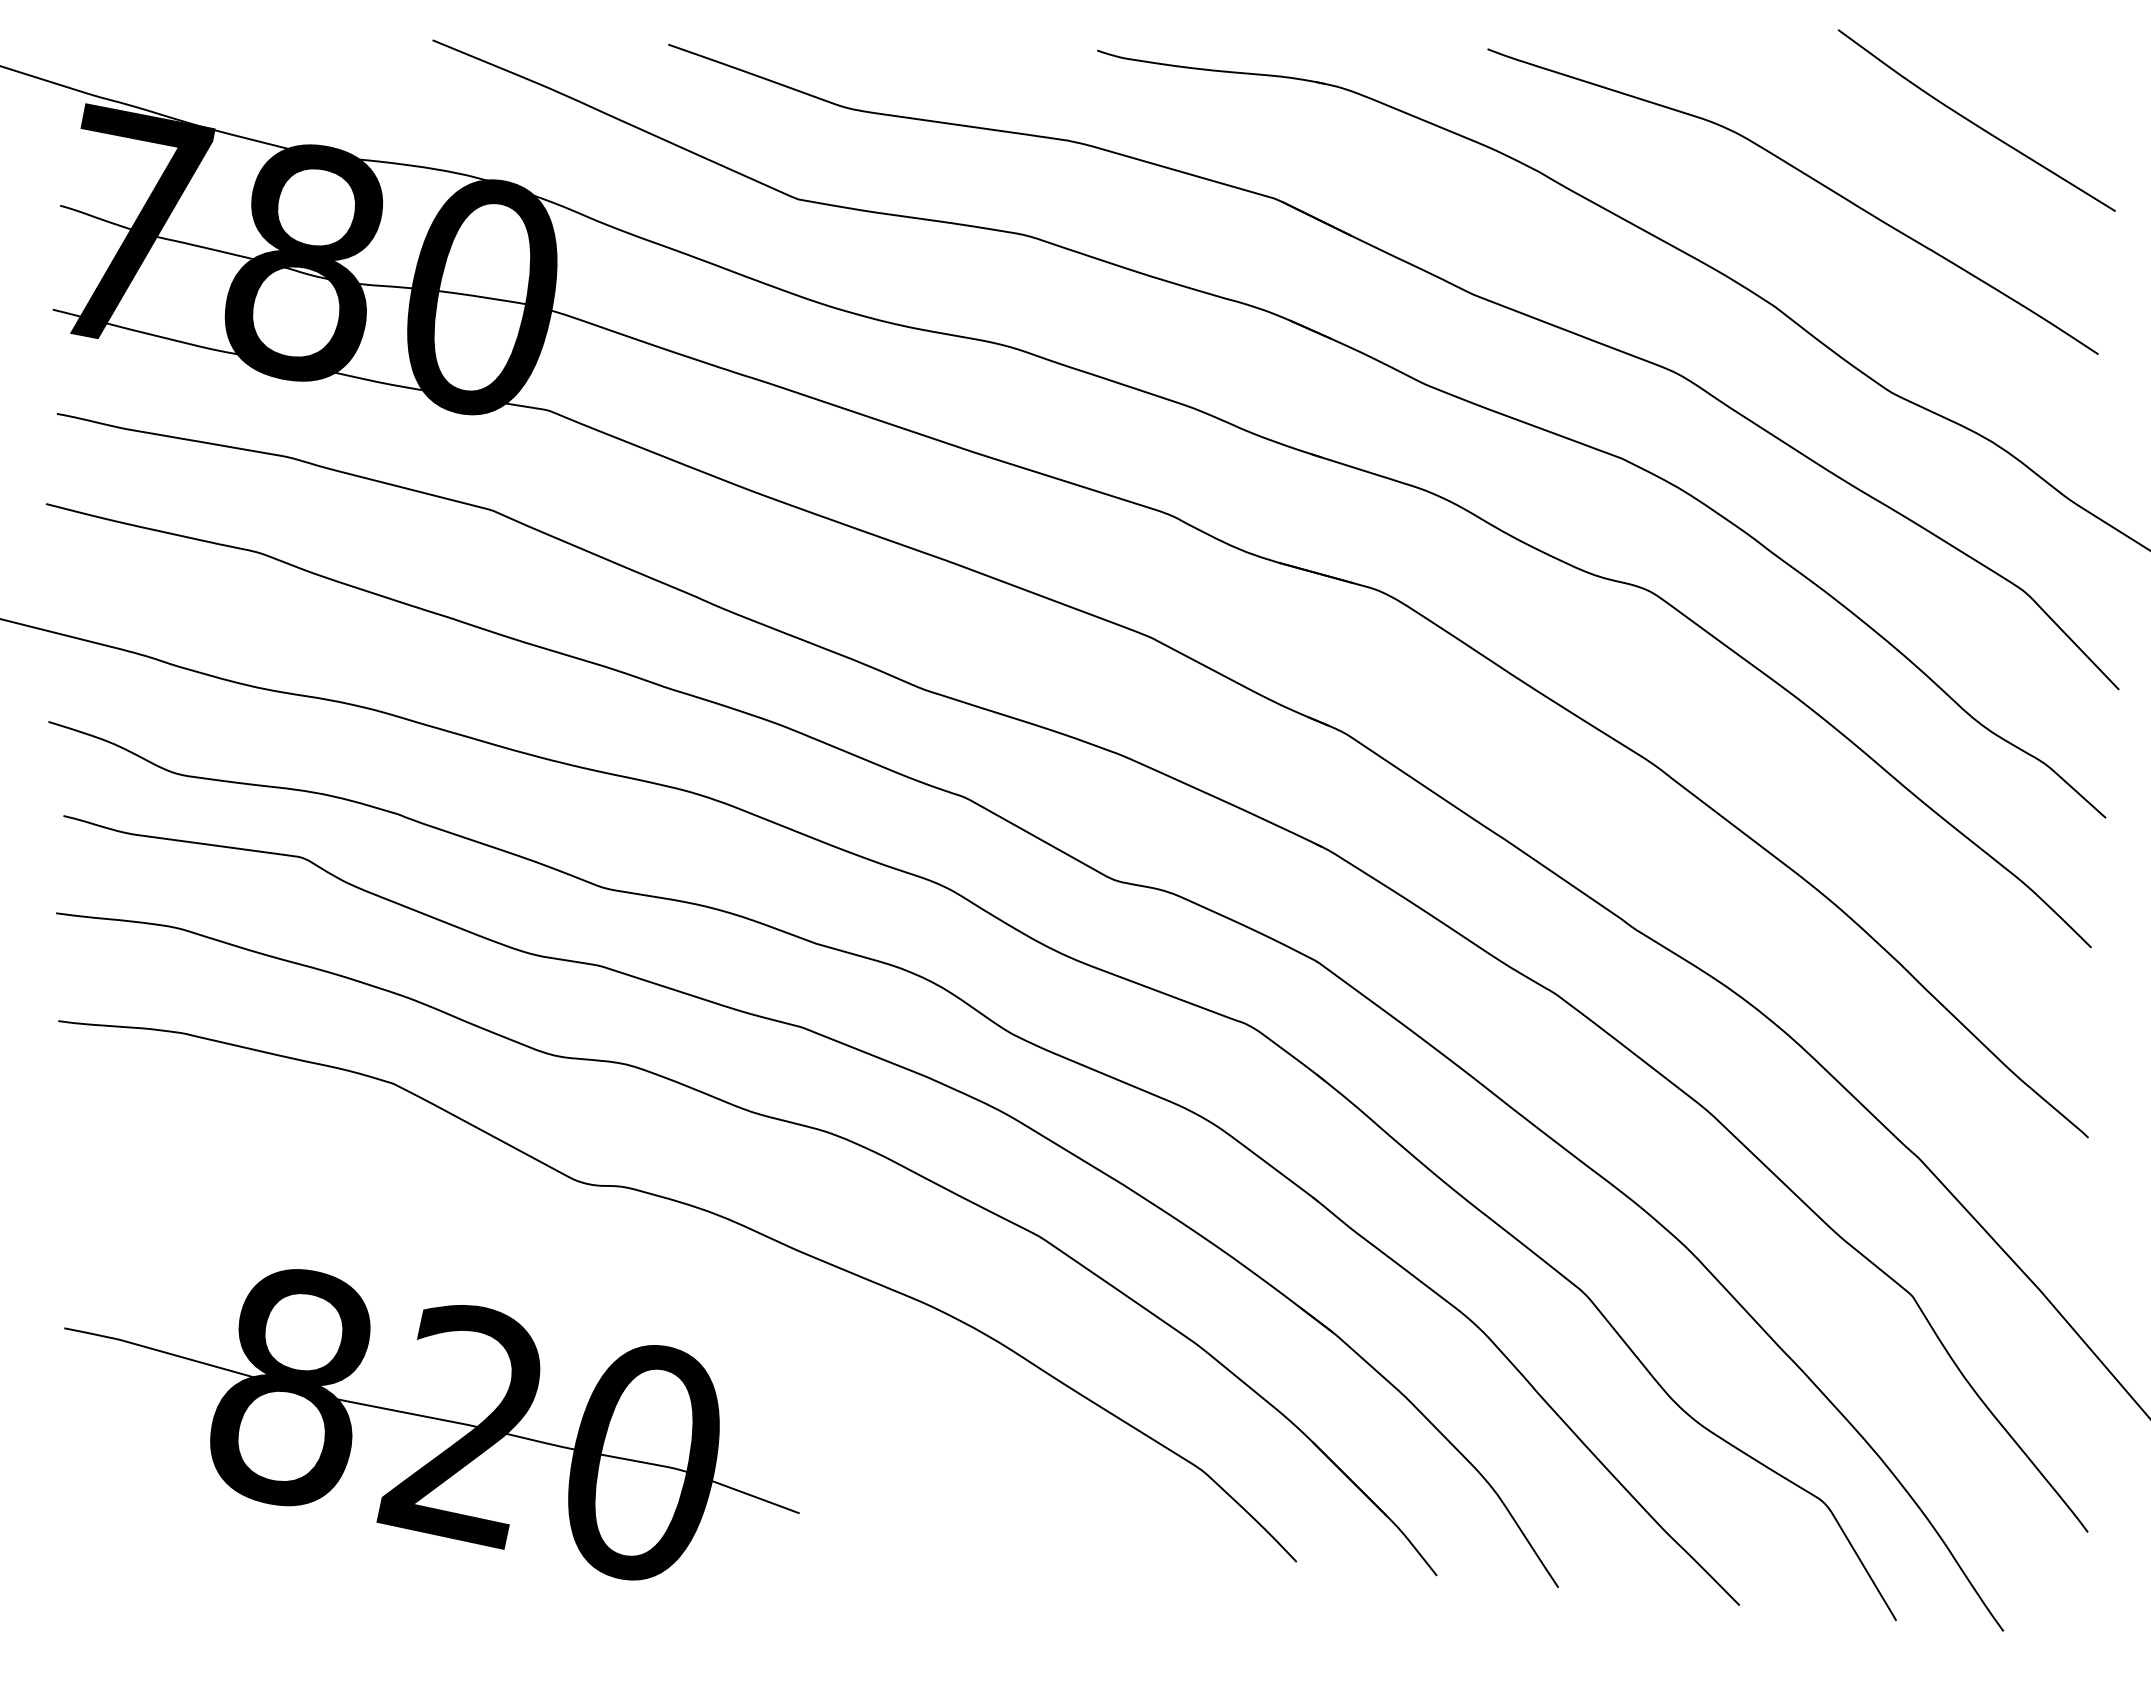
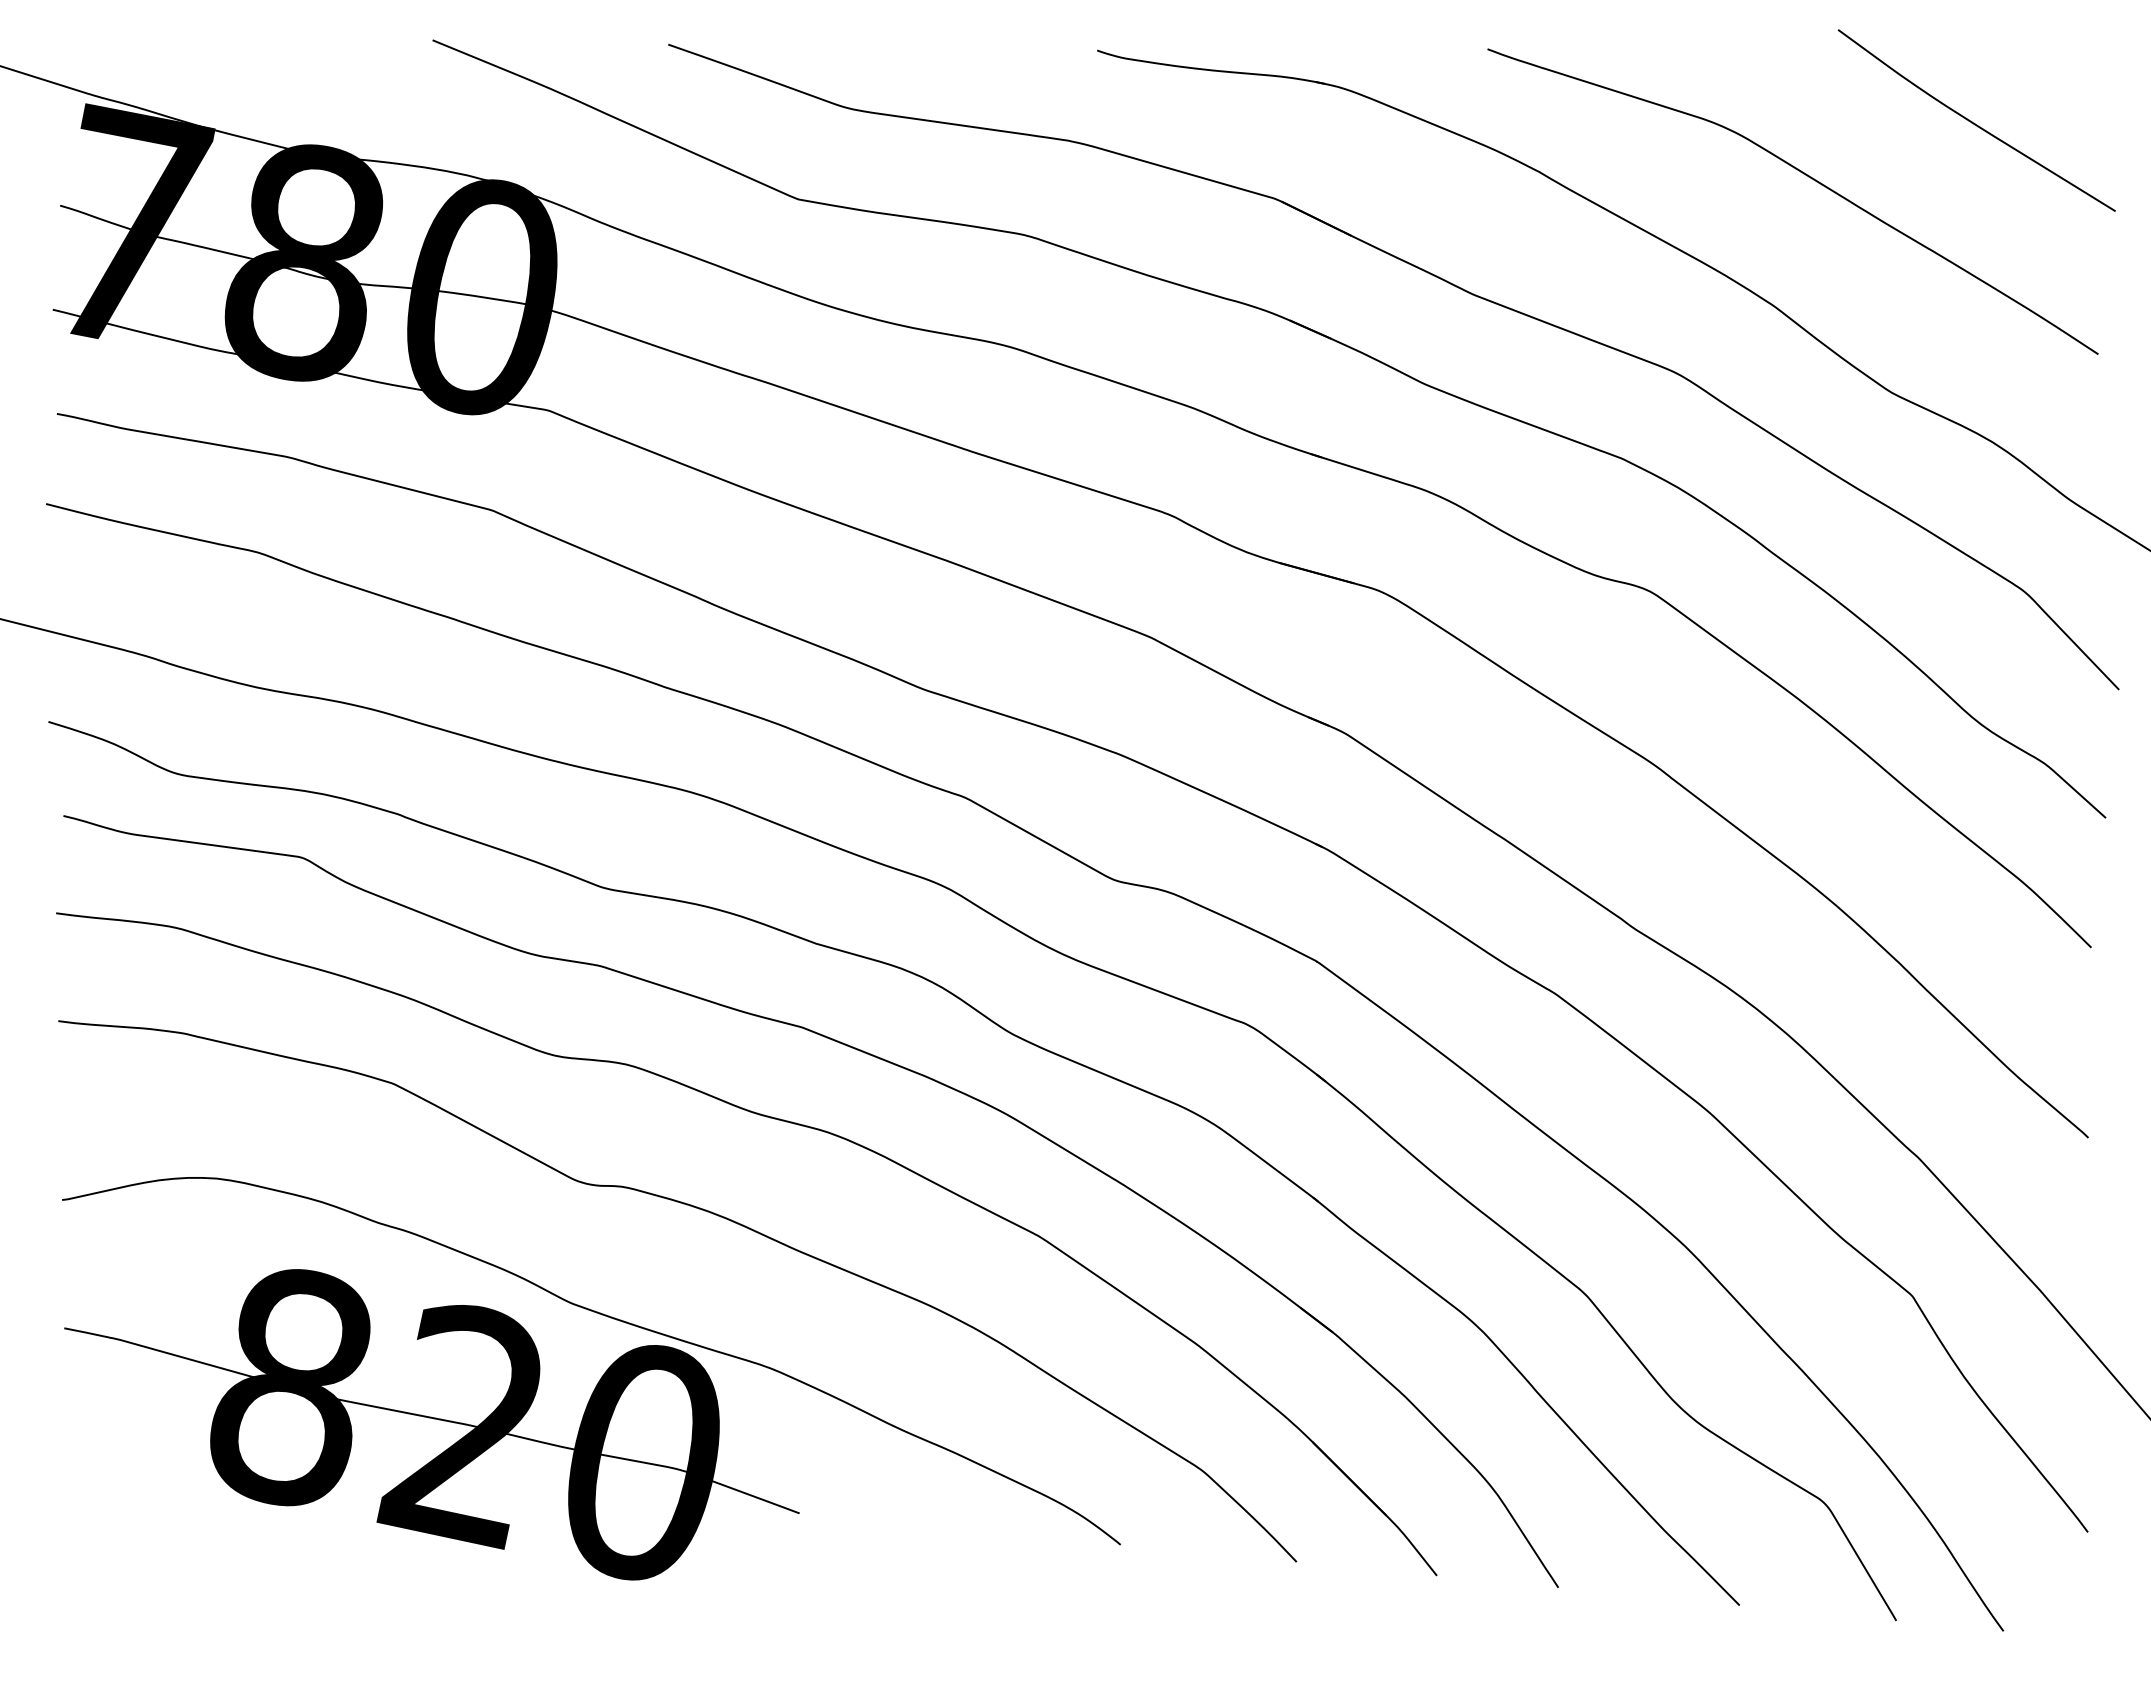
curve at (607, 1317): none -> present
